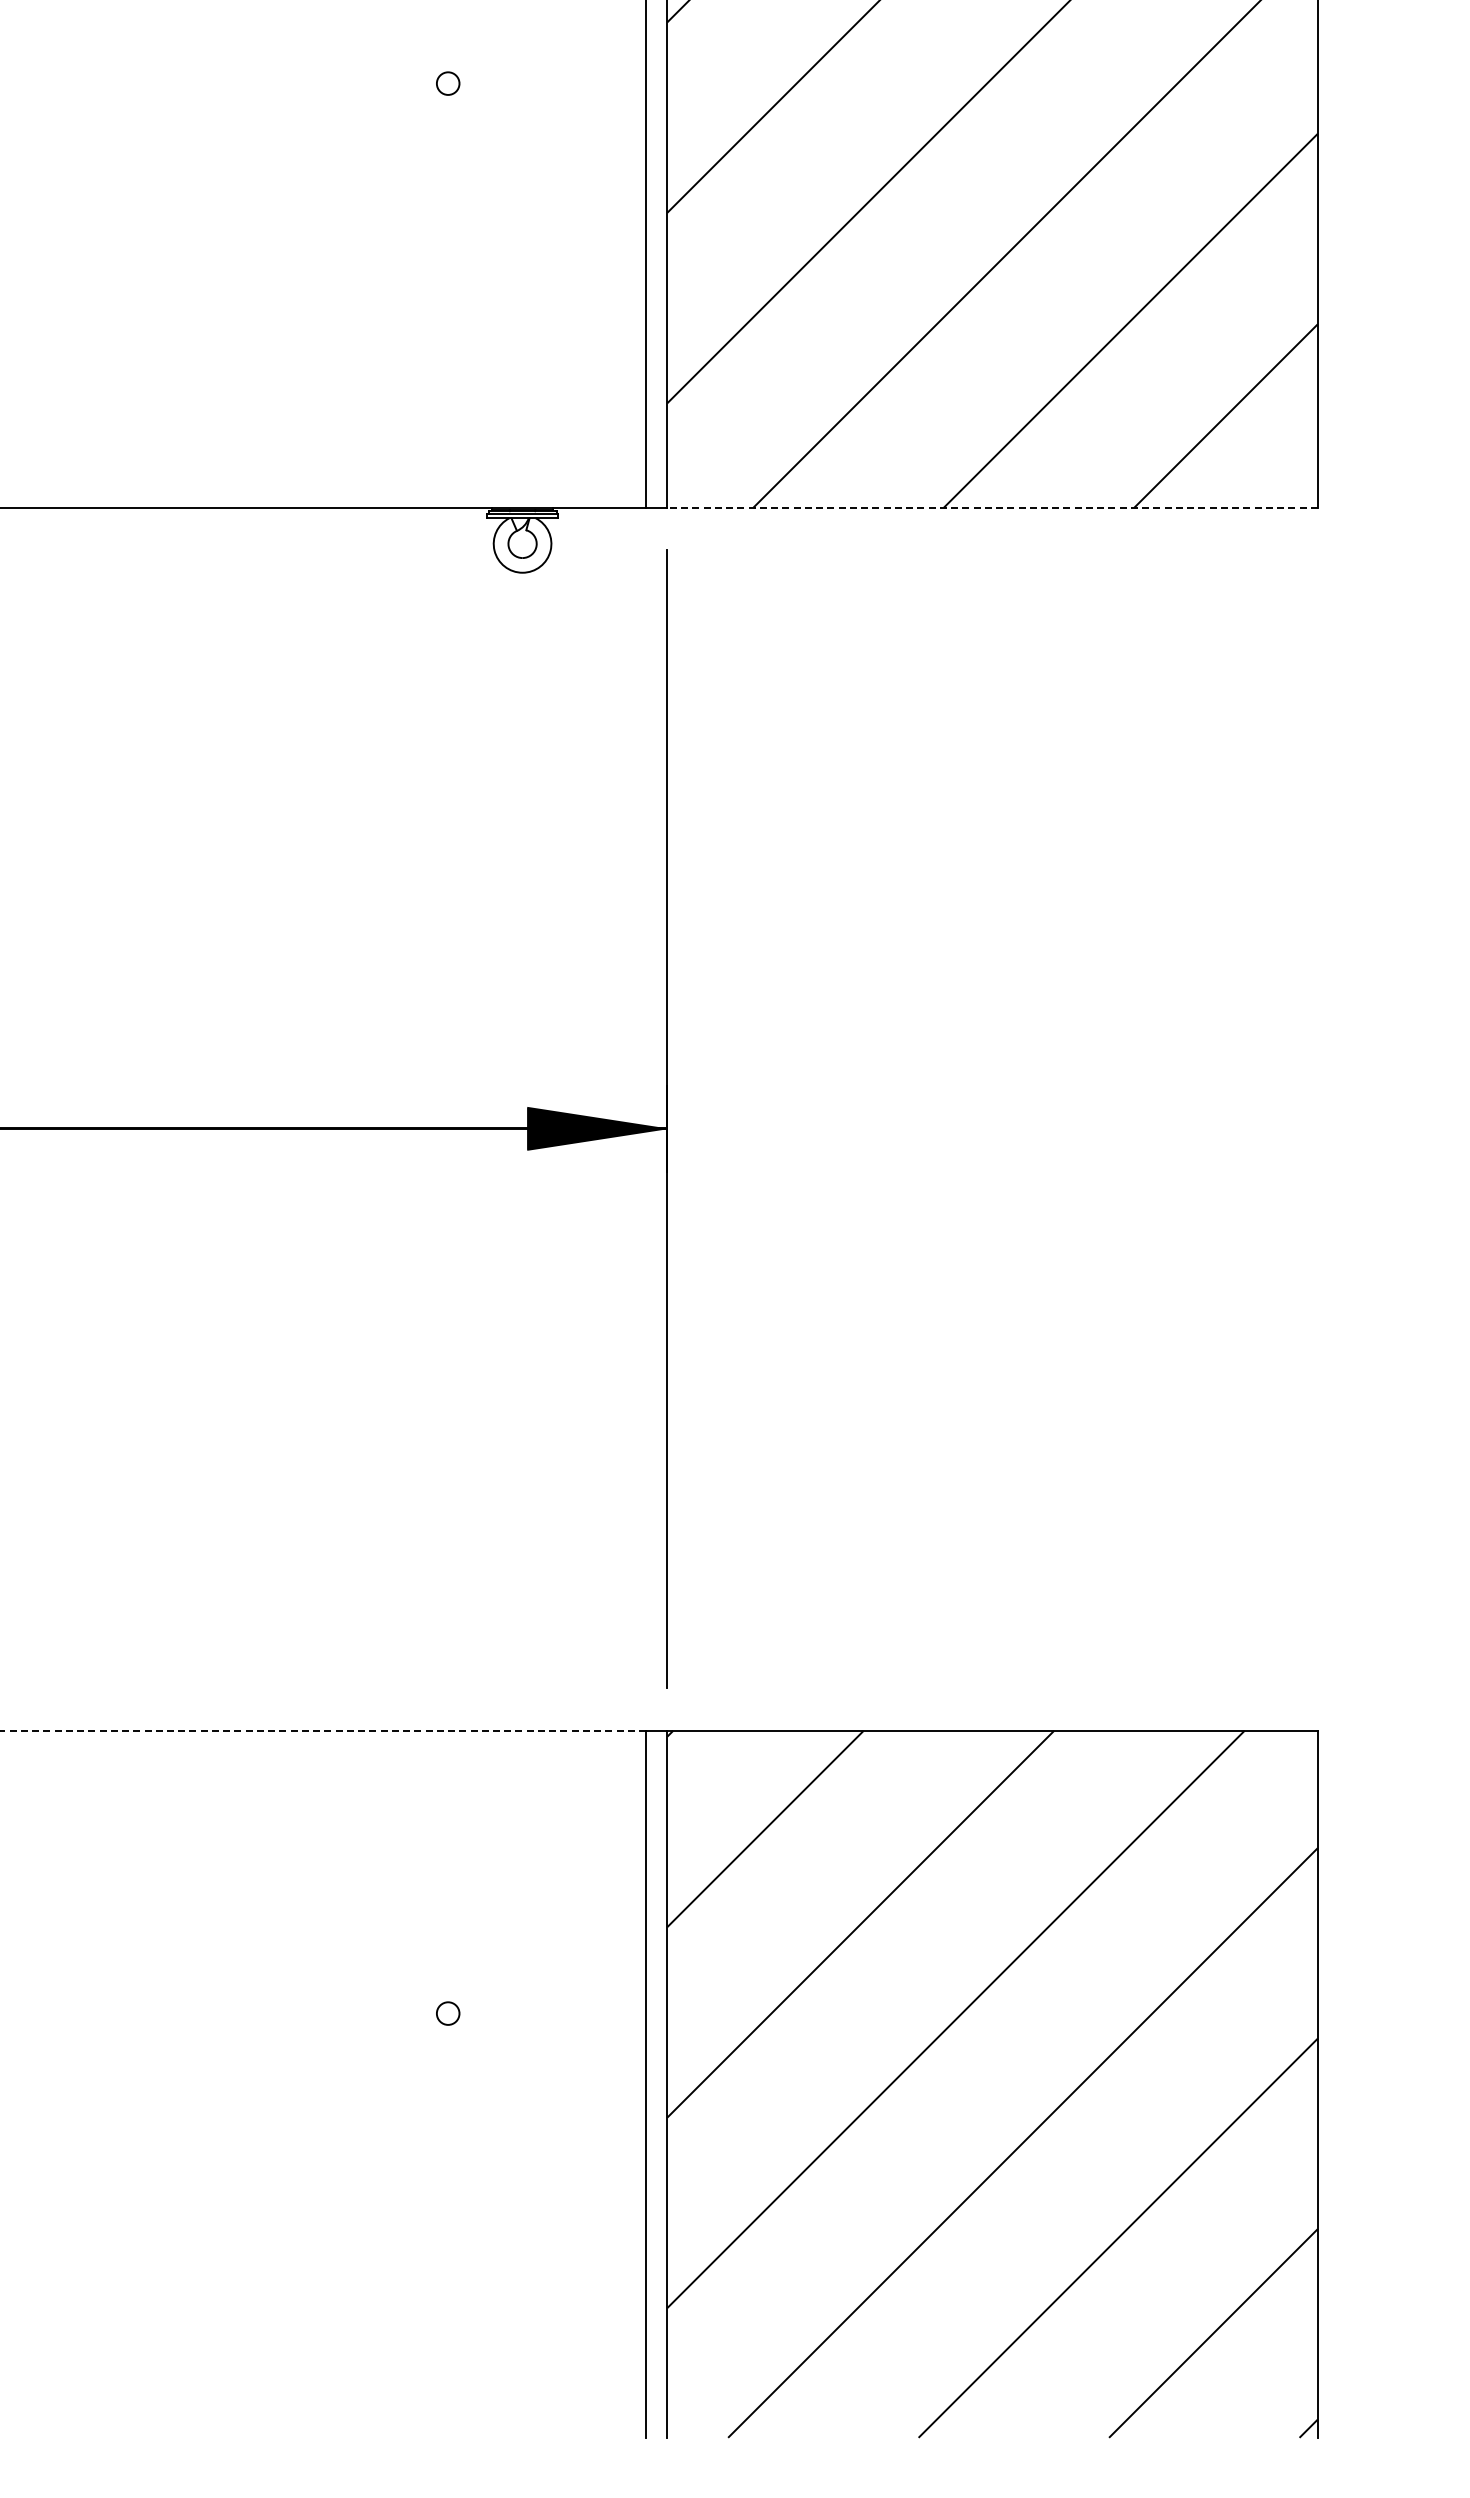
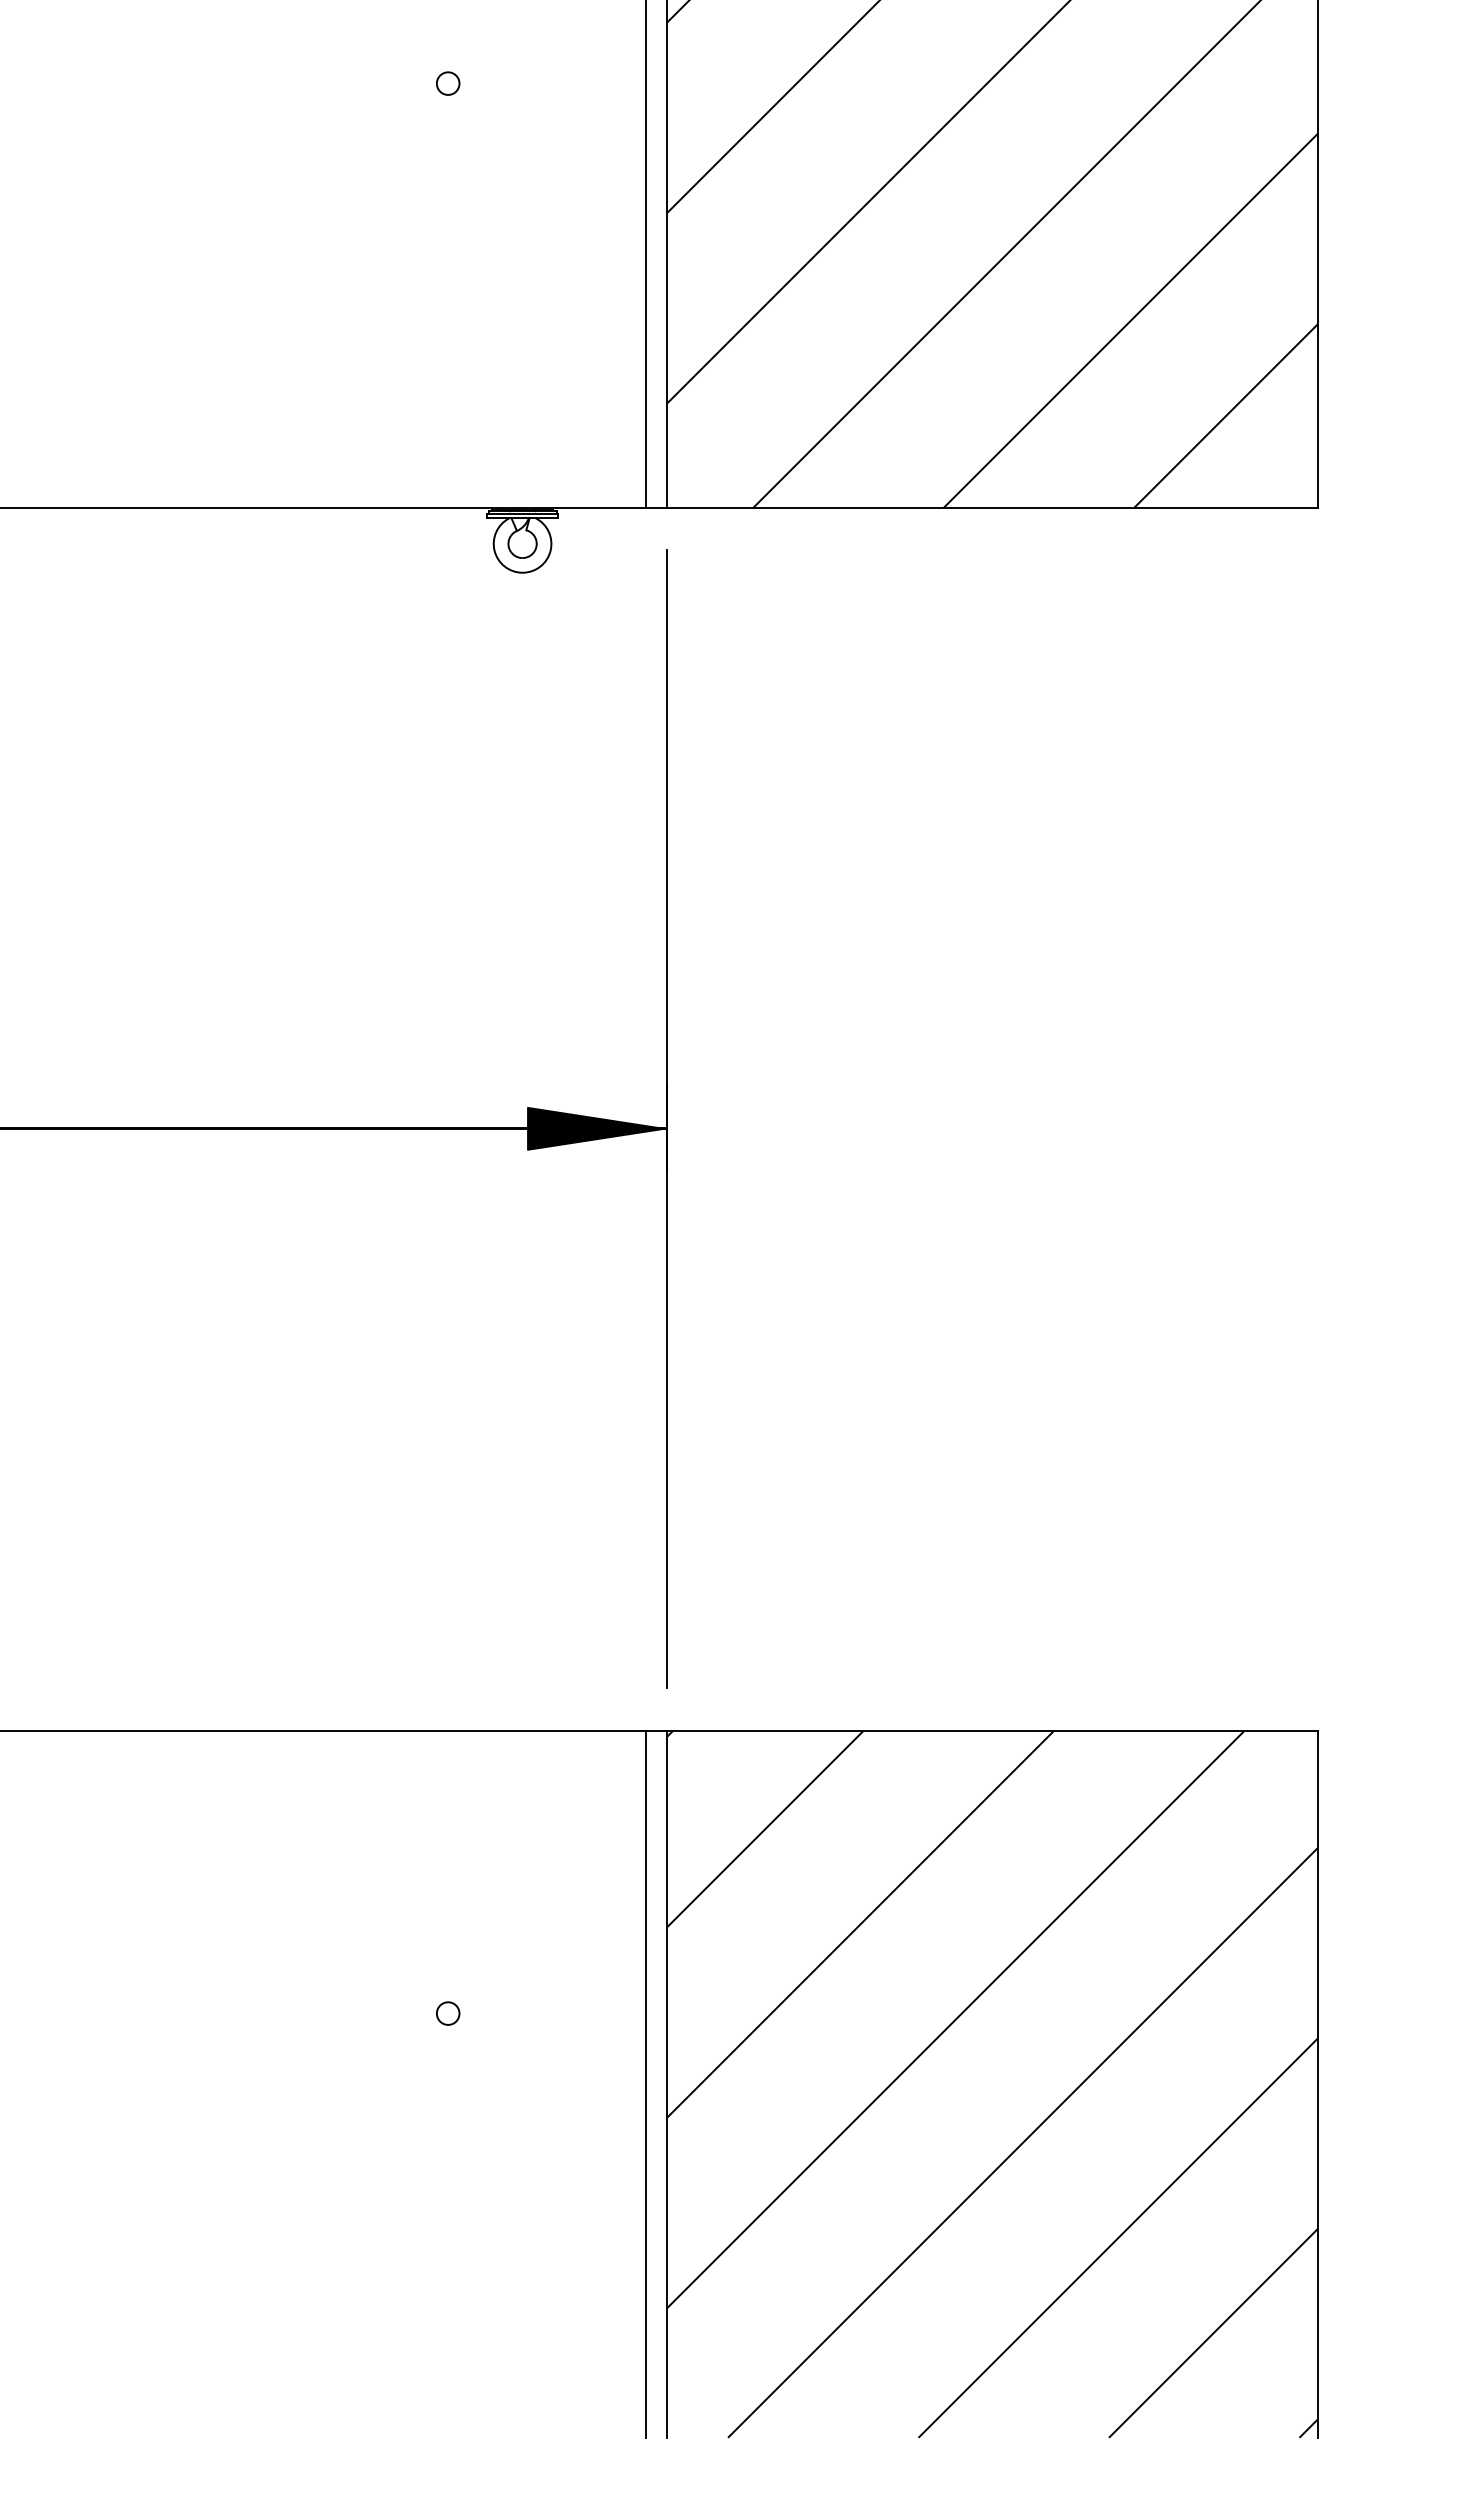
line at (992, 507): dashed -> solid
line at (323, 1730): dashed -> solid
